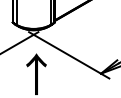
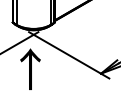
text at (36, 73) position: (36, 73) -> (30, 68)
